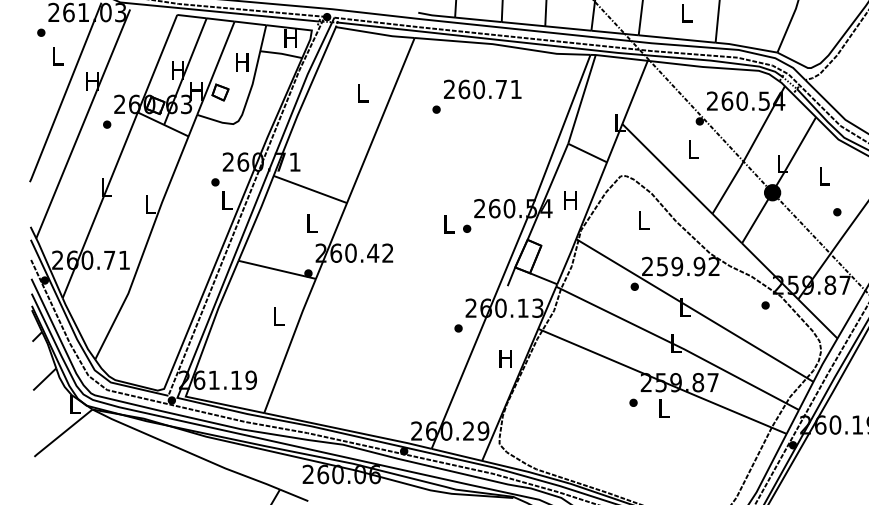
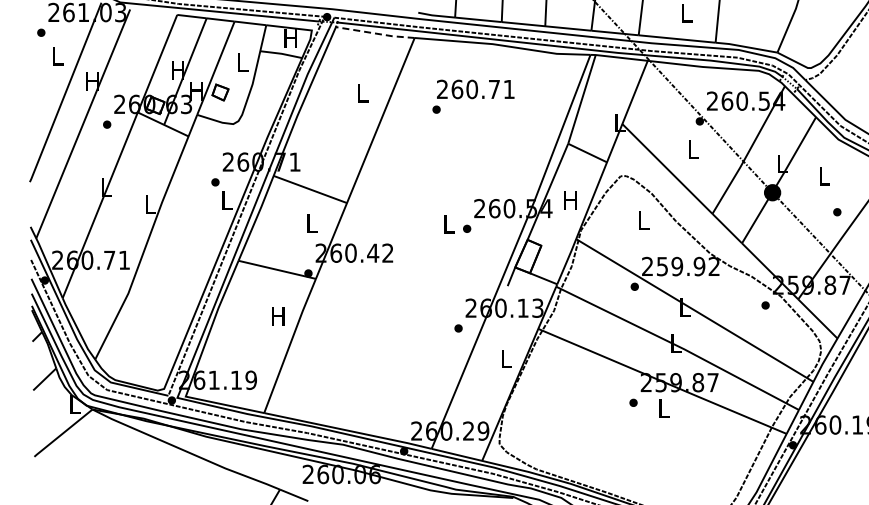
line at (375, 33): solid -> dashed
text at (242, 62): H -> L
text at (482, 89) position: (482, 89) -> (475, 89)
text at (278, 316): L -> H
text at (505, 358): H -> L
